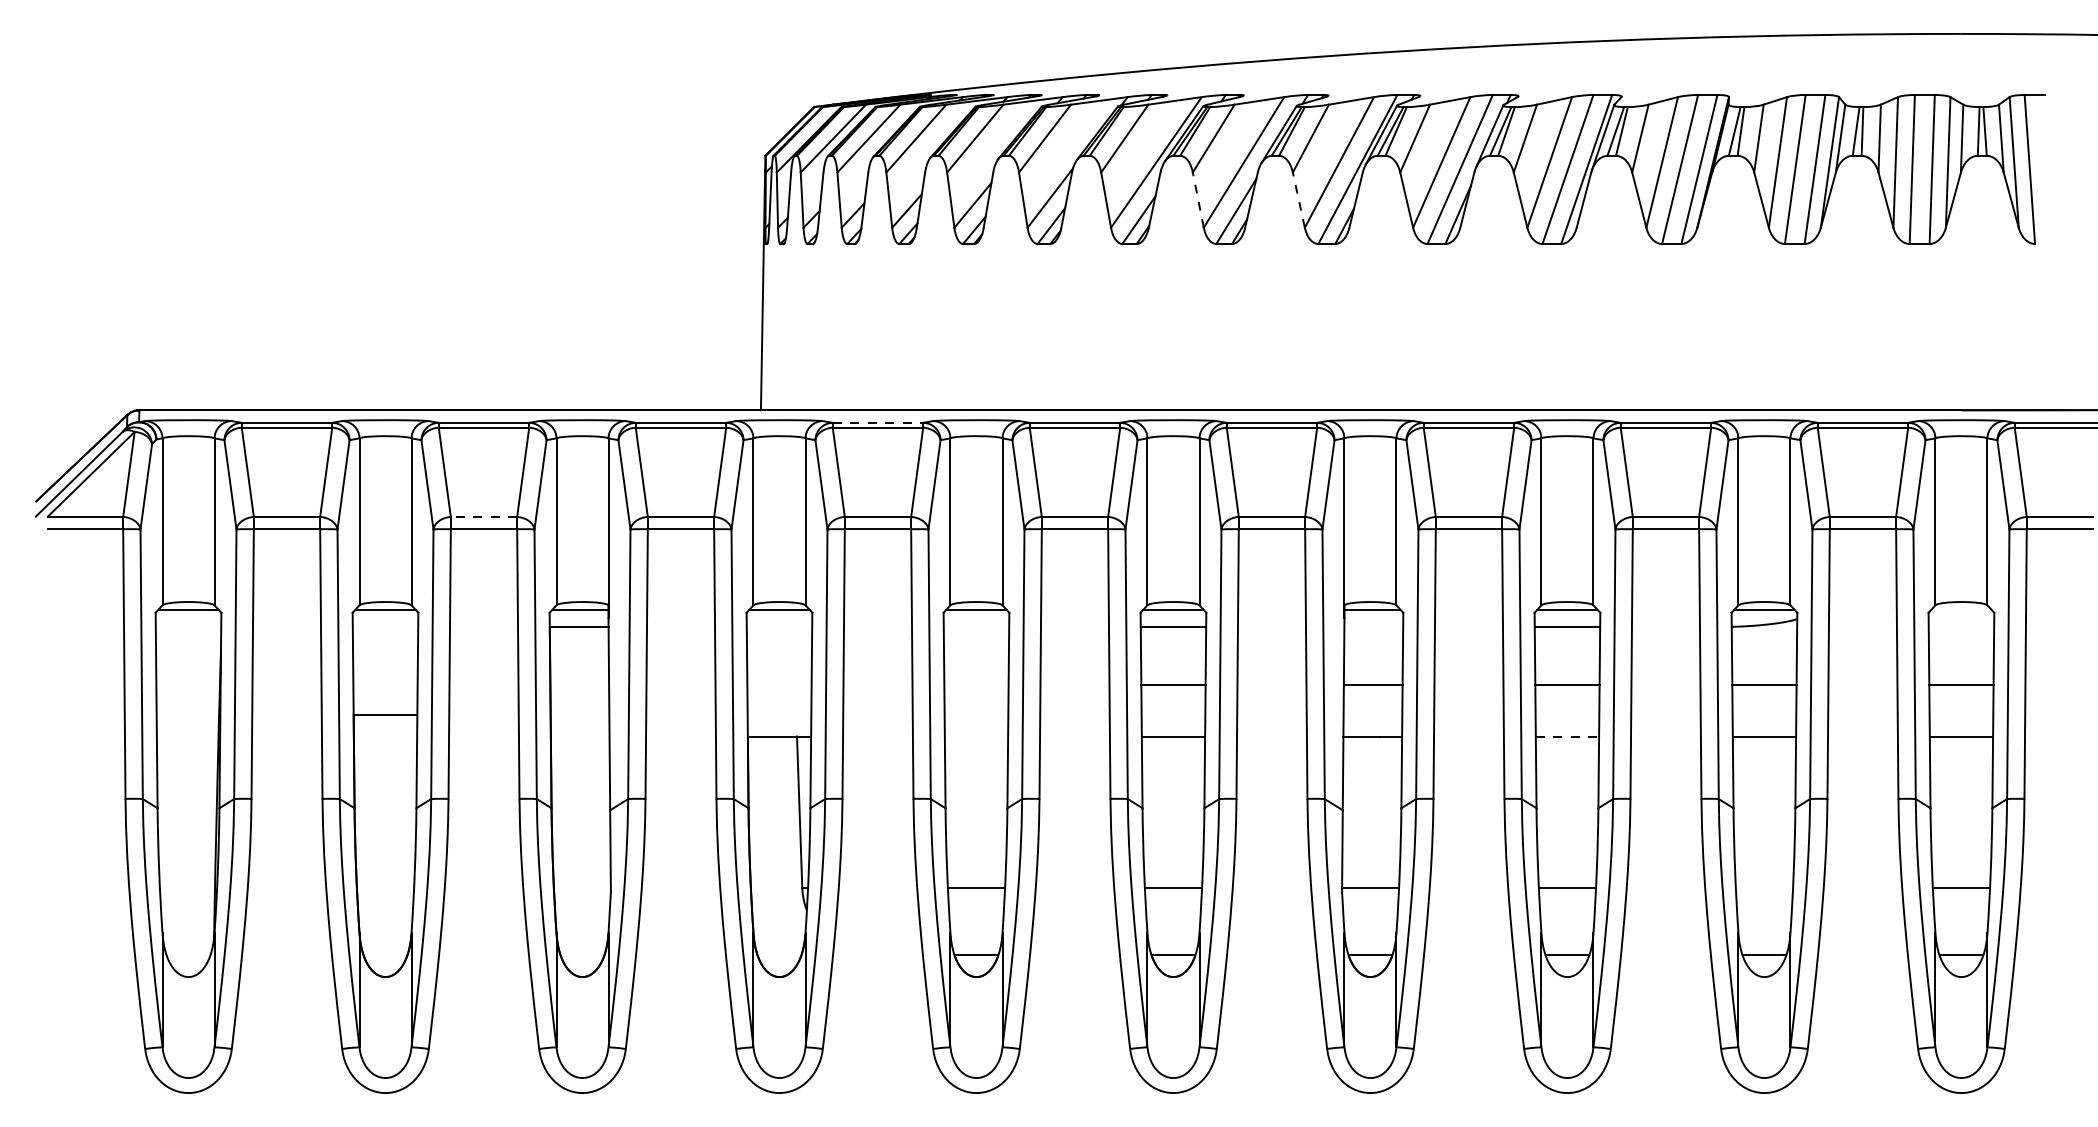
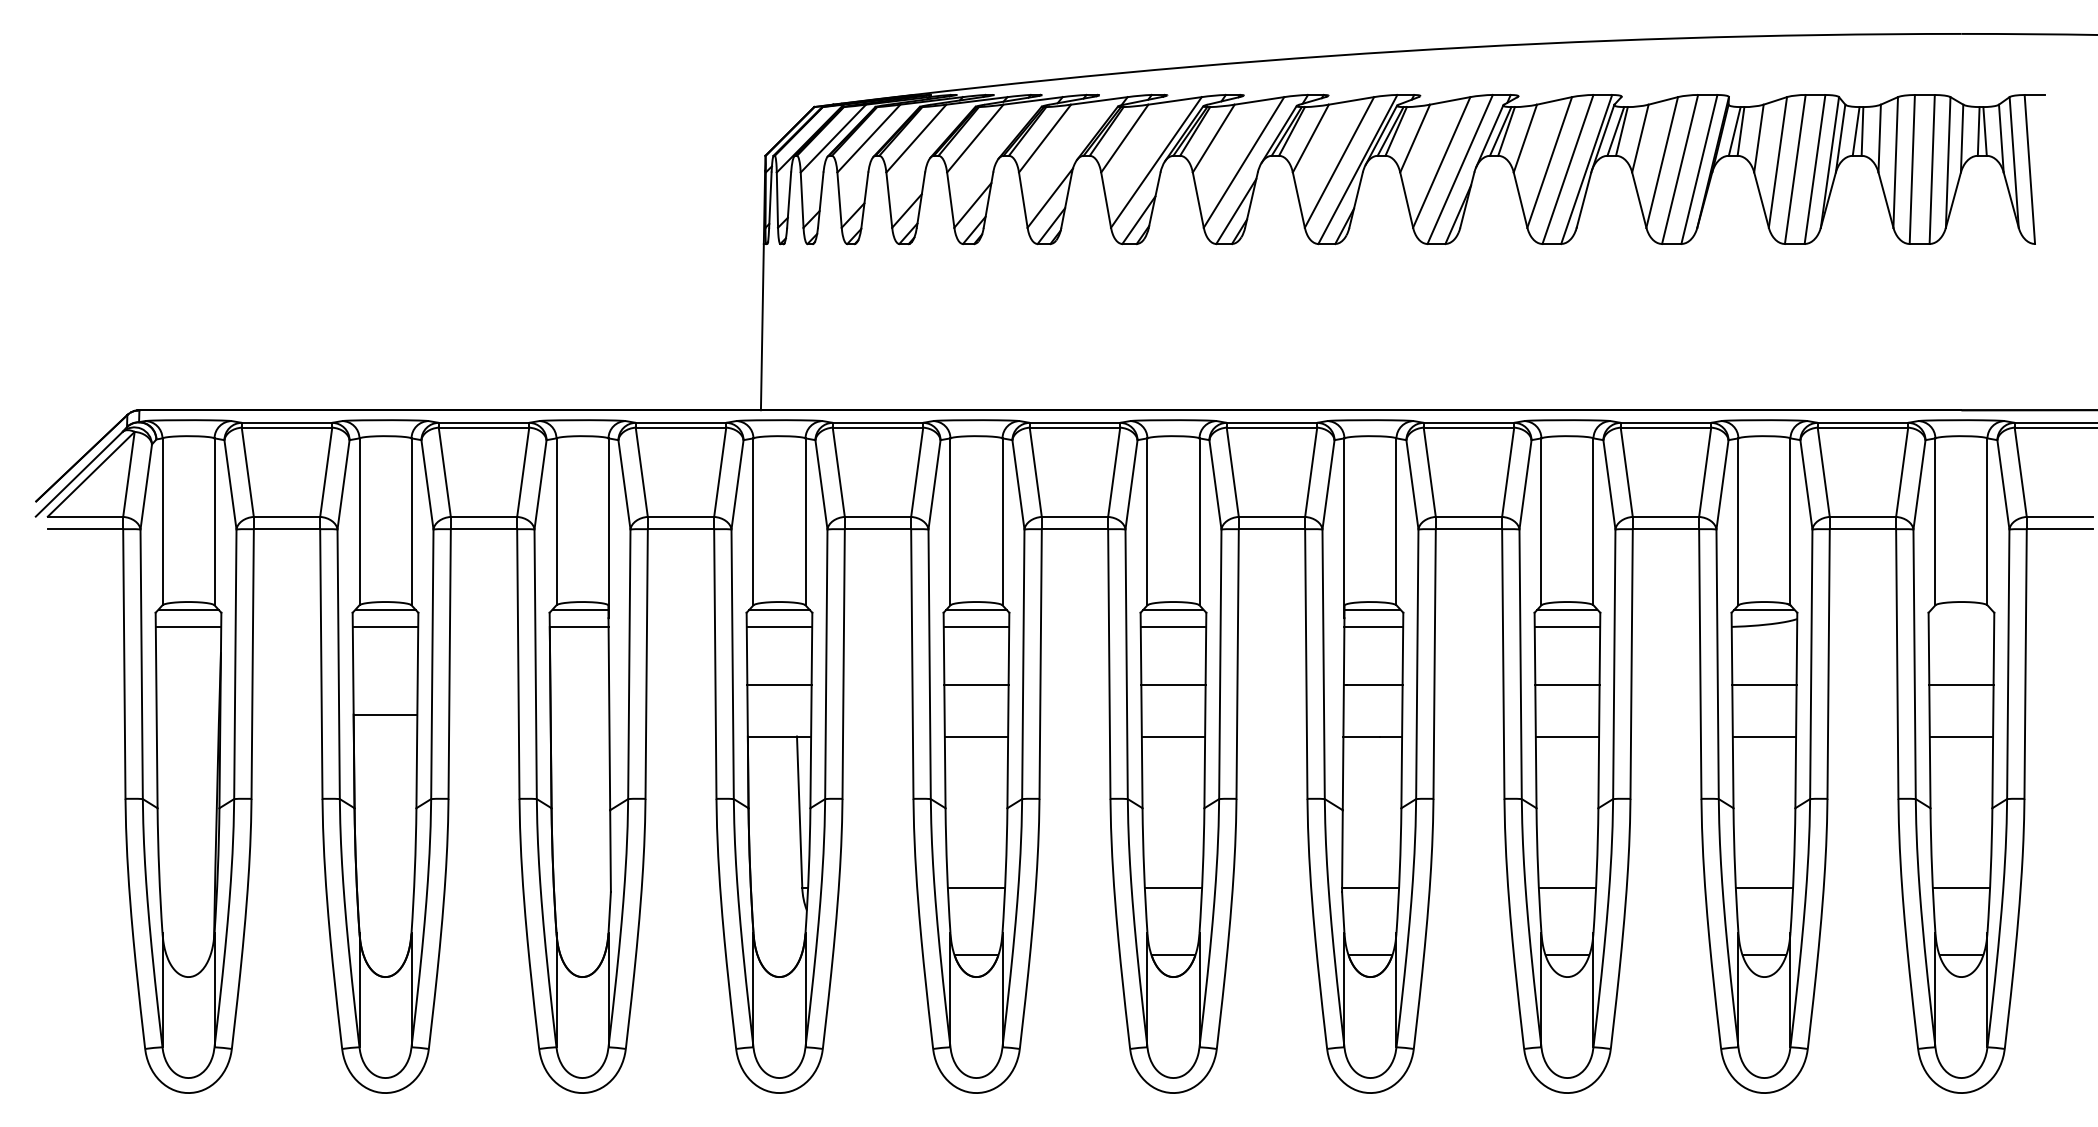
line at (1198, 199): dashed -> solid
line at (1298, 199): dashed -> solid
line at (878, 422): dashed -> solid
line at (483, 516): dashed -> solid
line at (188, 627): none -> present
line at (385, 627): none -> present
line at (779, 627): none -> present
line at (976, 627): none -> present
line at (1373, 627): none -> present
line at (779, 684): none -> present
line at (976, 684): none -> present
line at (976, 736): none -> present
line at (1567, 736): dashed -> solid
line at (1764, 887): none -> present
